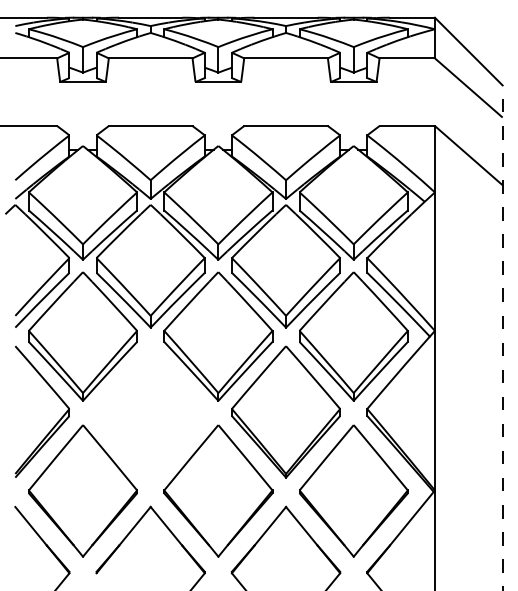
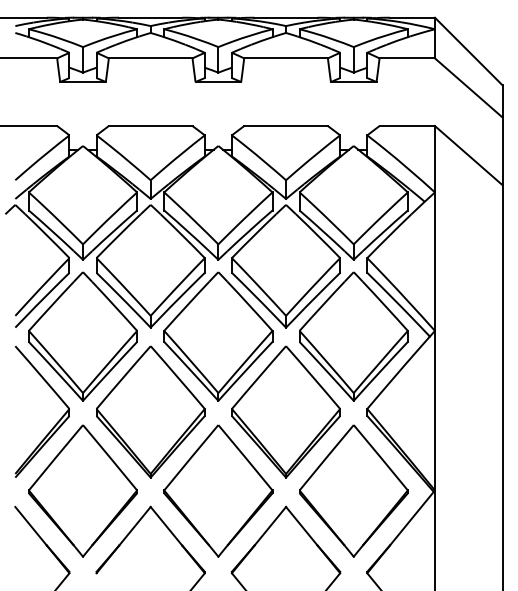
line at (502, 337): dashed -> solid
part at (150, 411): none -> present
